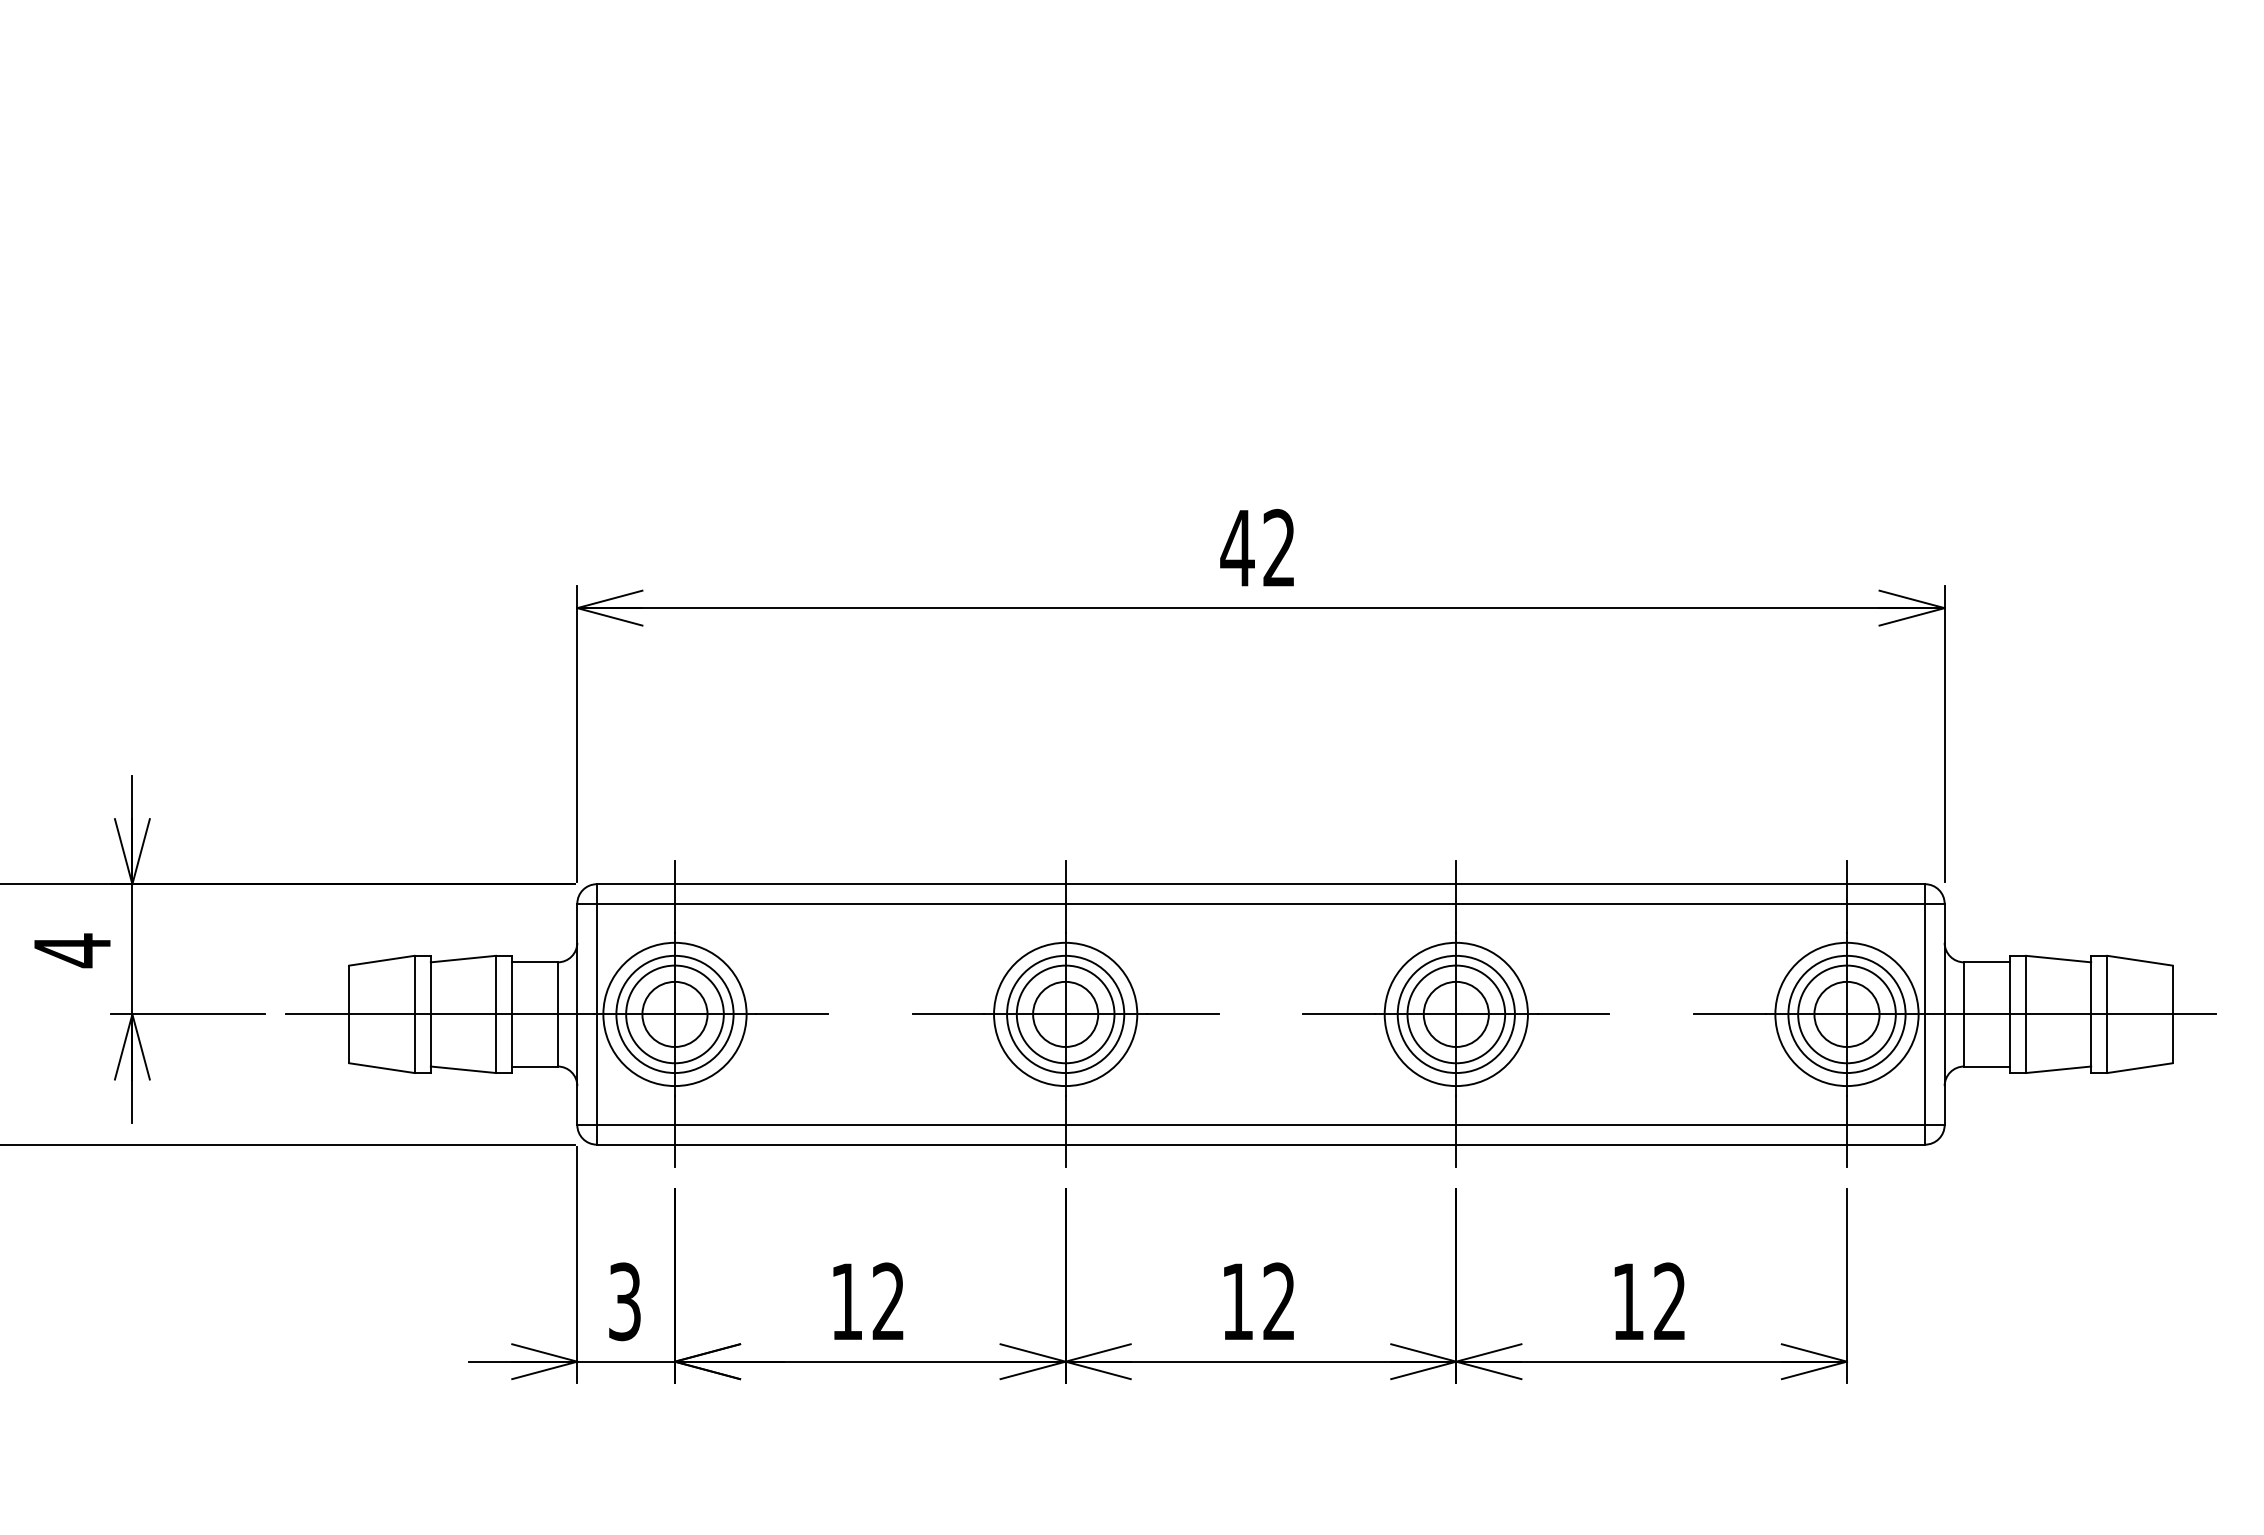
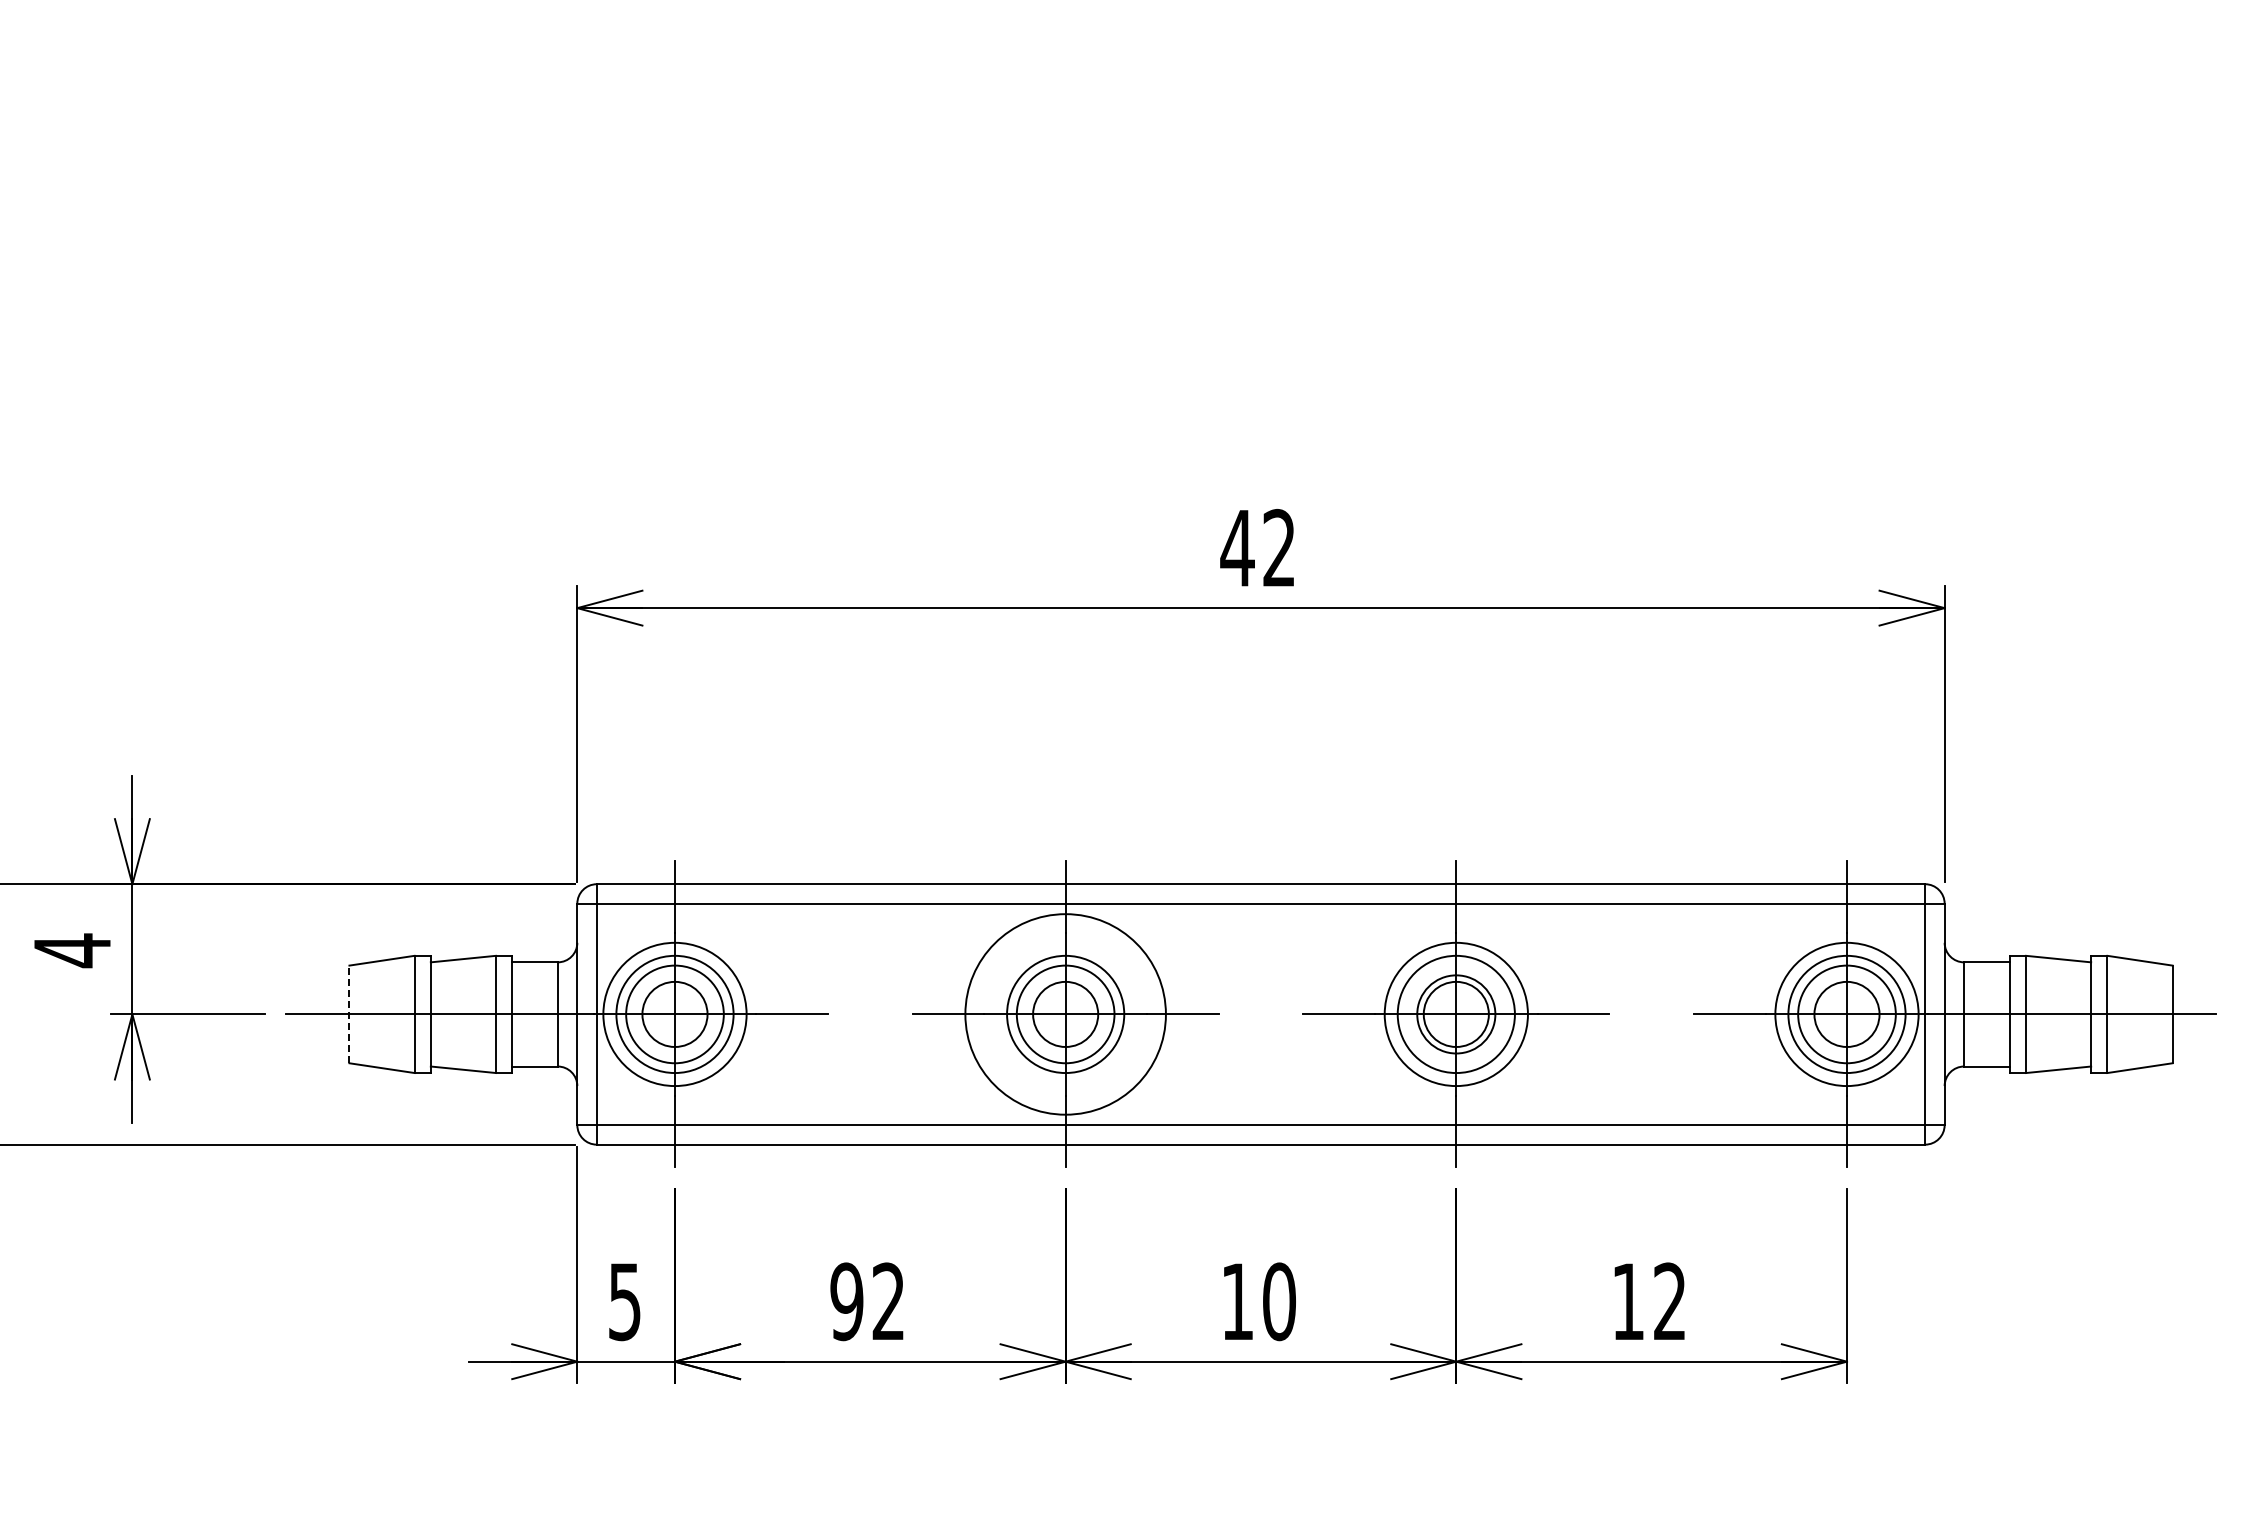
line at (349, 1014): solid -> dashed
circle at (1065, 1014) diameter: 143 px -> 201 px
circle at (1456, 1014) diameter: 98 px -> 78 px
text at (624, 1301): 3 -> 5
text at (846, 1301): 12 -> 92
text at (1279, 1301): 12 -> 10
